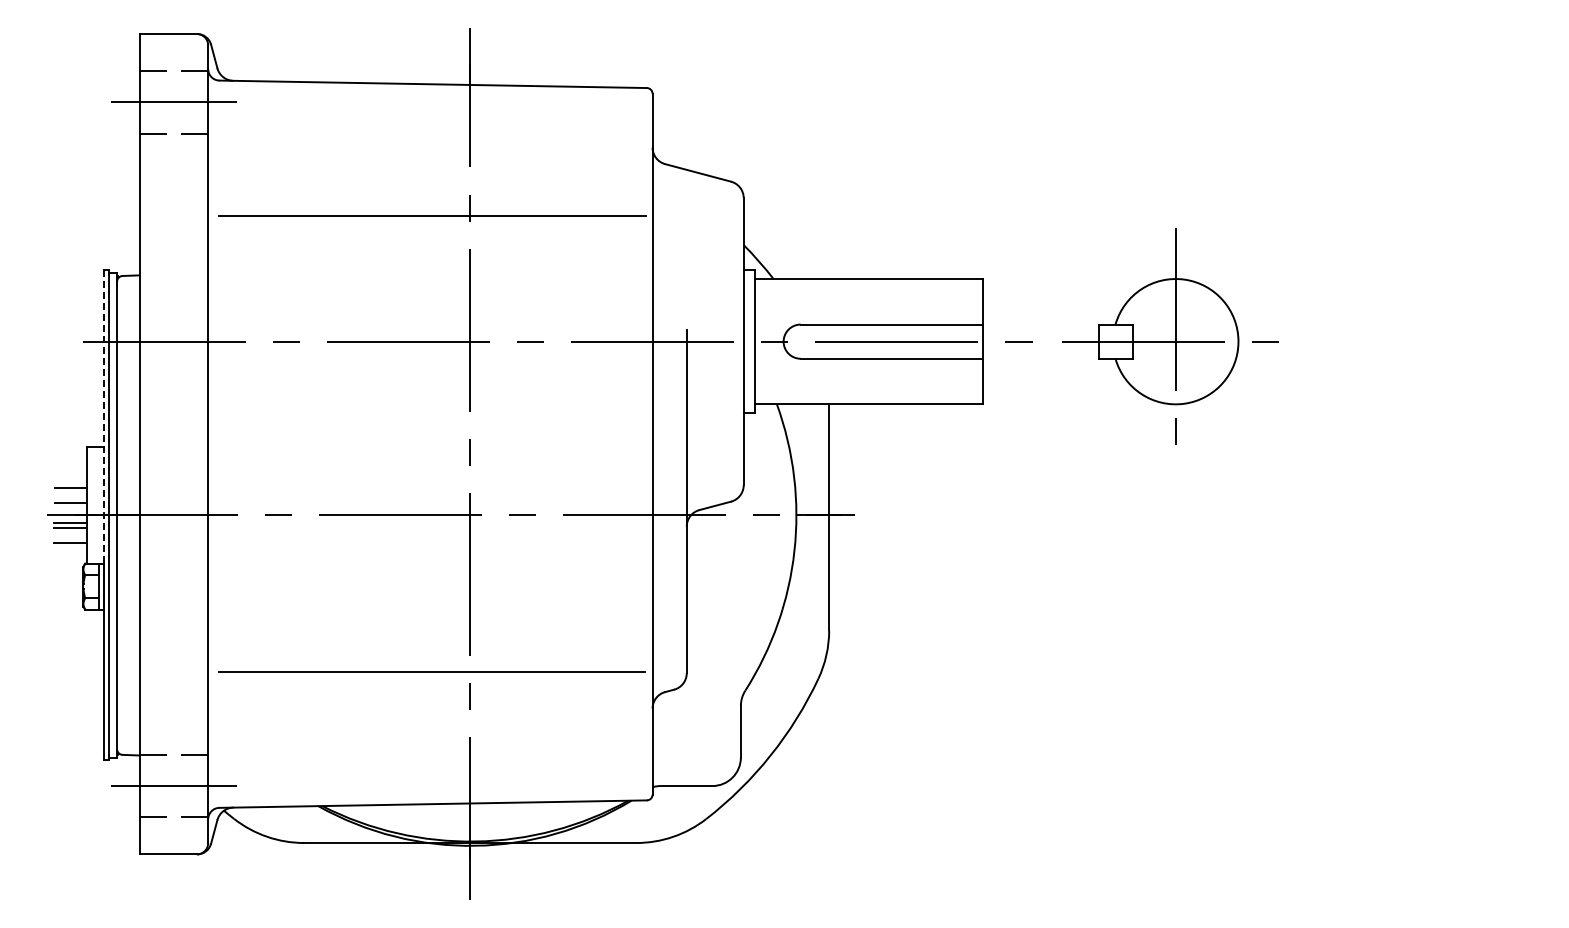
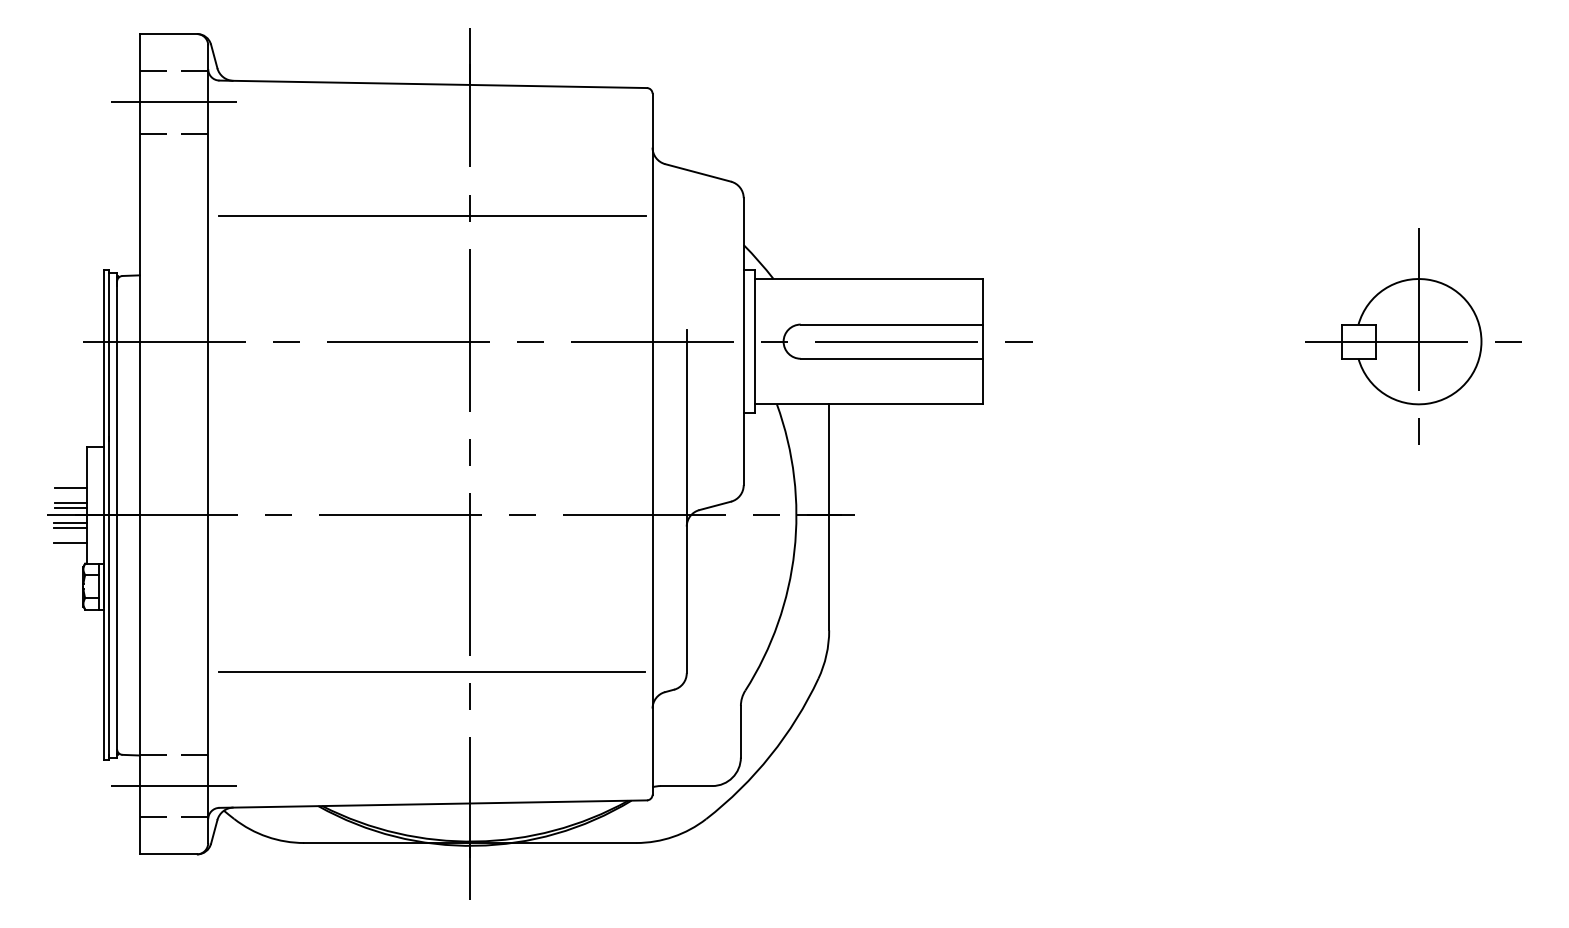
part at (1170, 336) position: (1170, 336) -> (1413, 336)
line at (103, 427): dashed -> solid
line at (70, 507): none -> present
